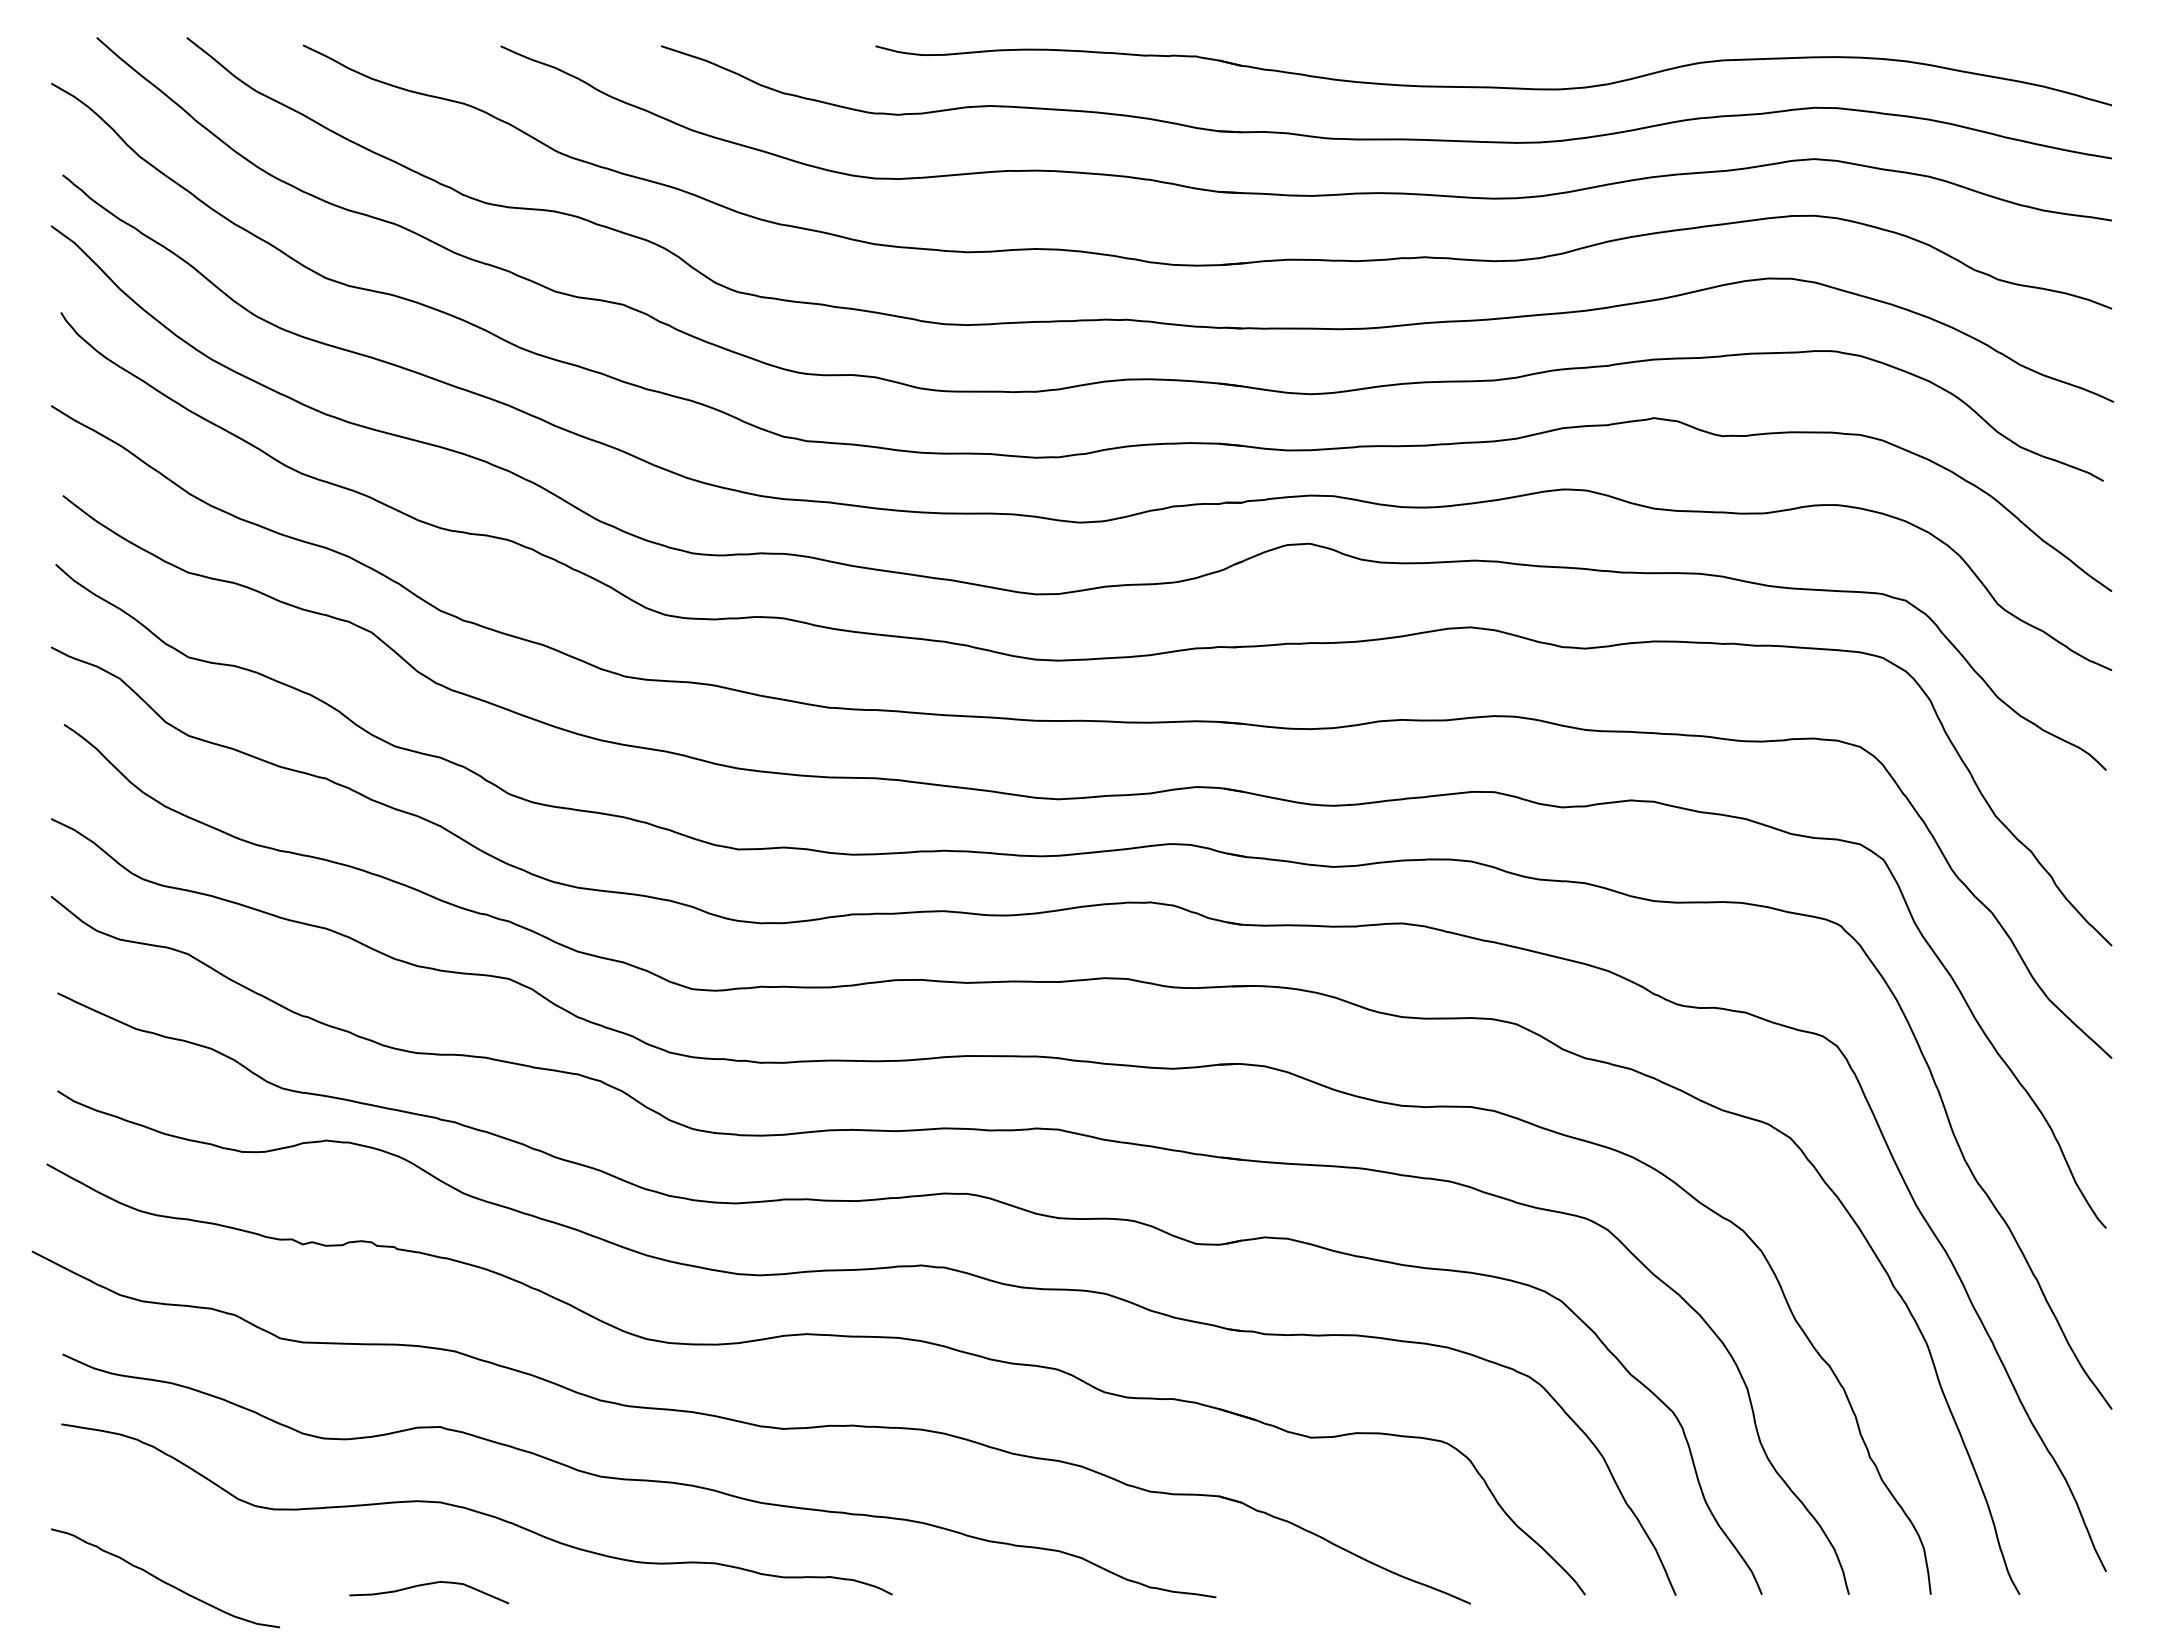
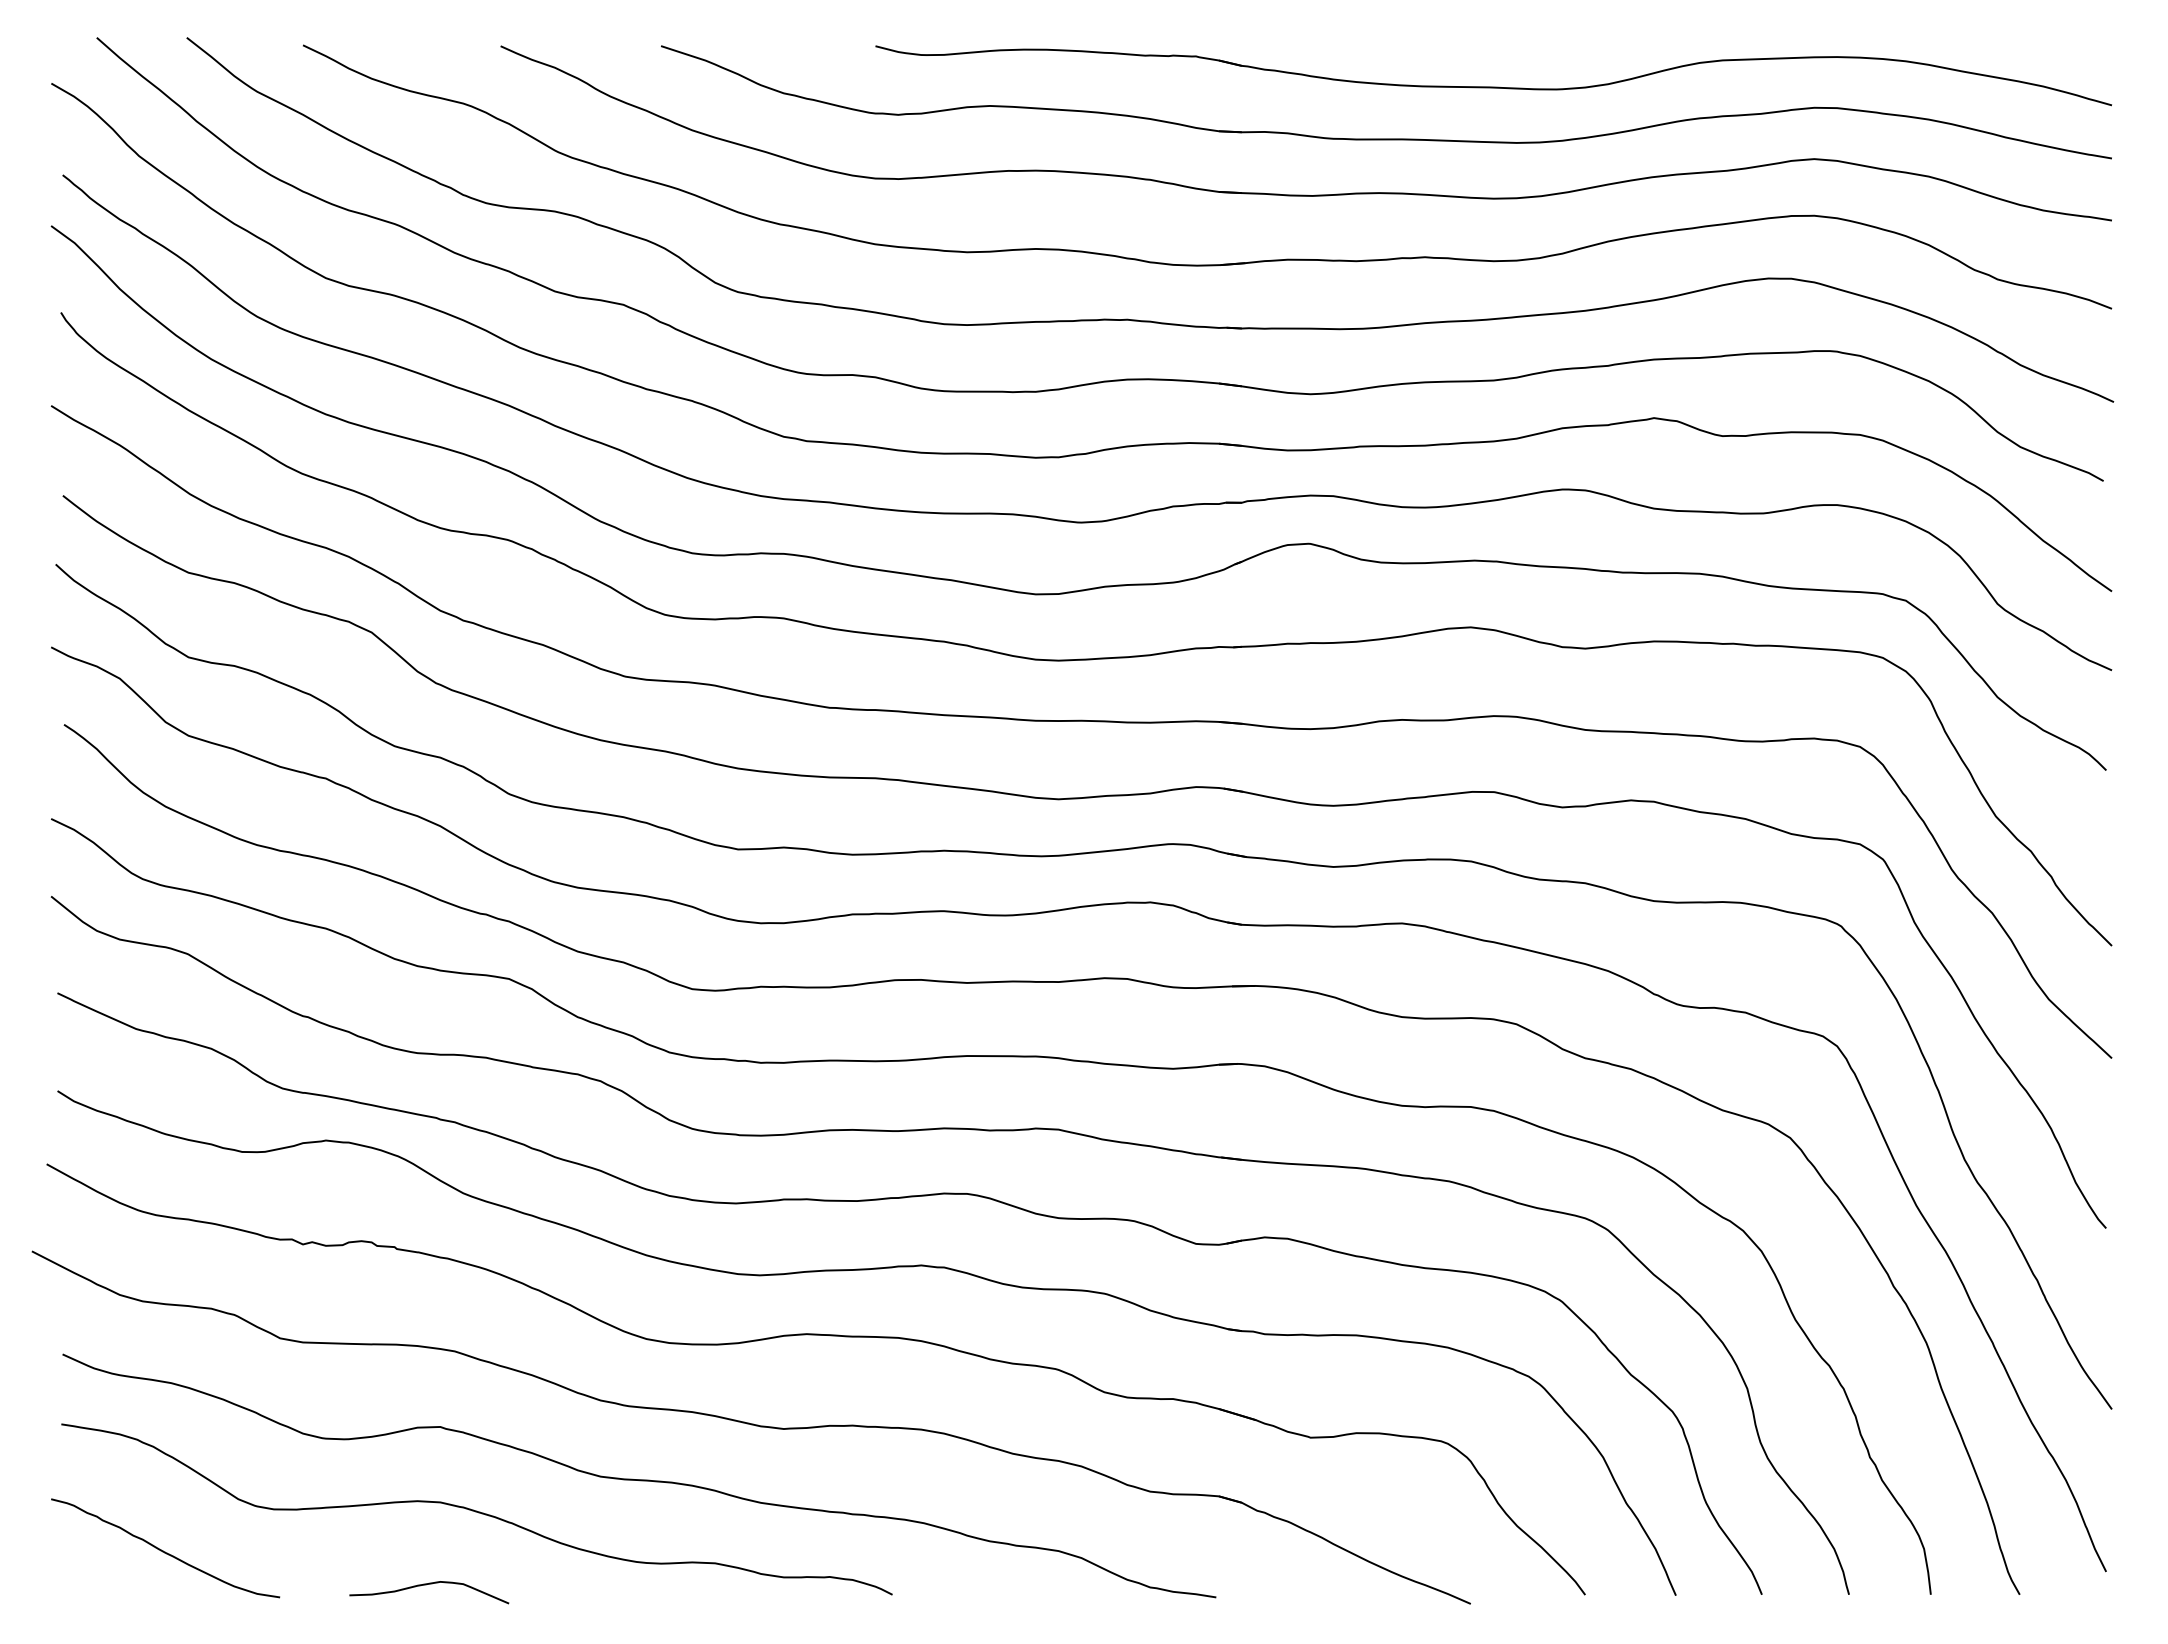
curve at (163, 1580) position: (163, 1580) -> (163, 1550)
